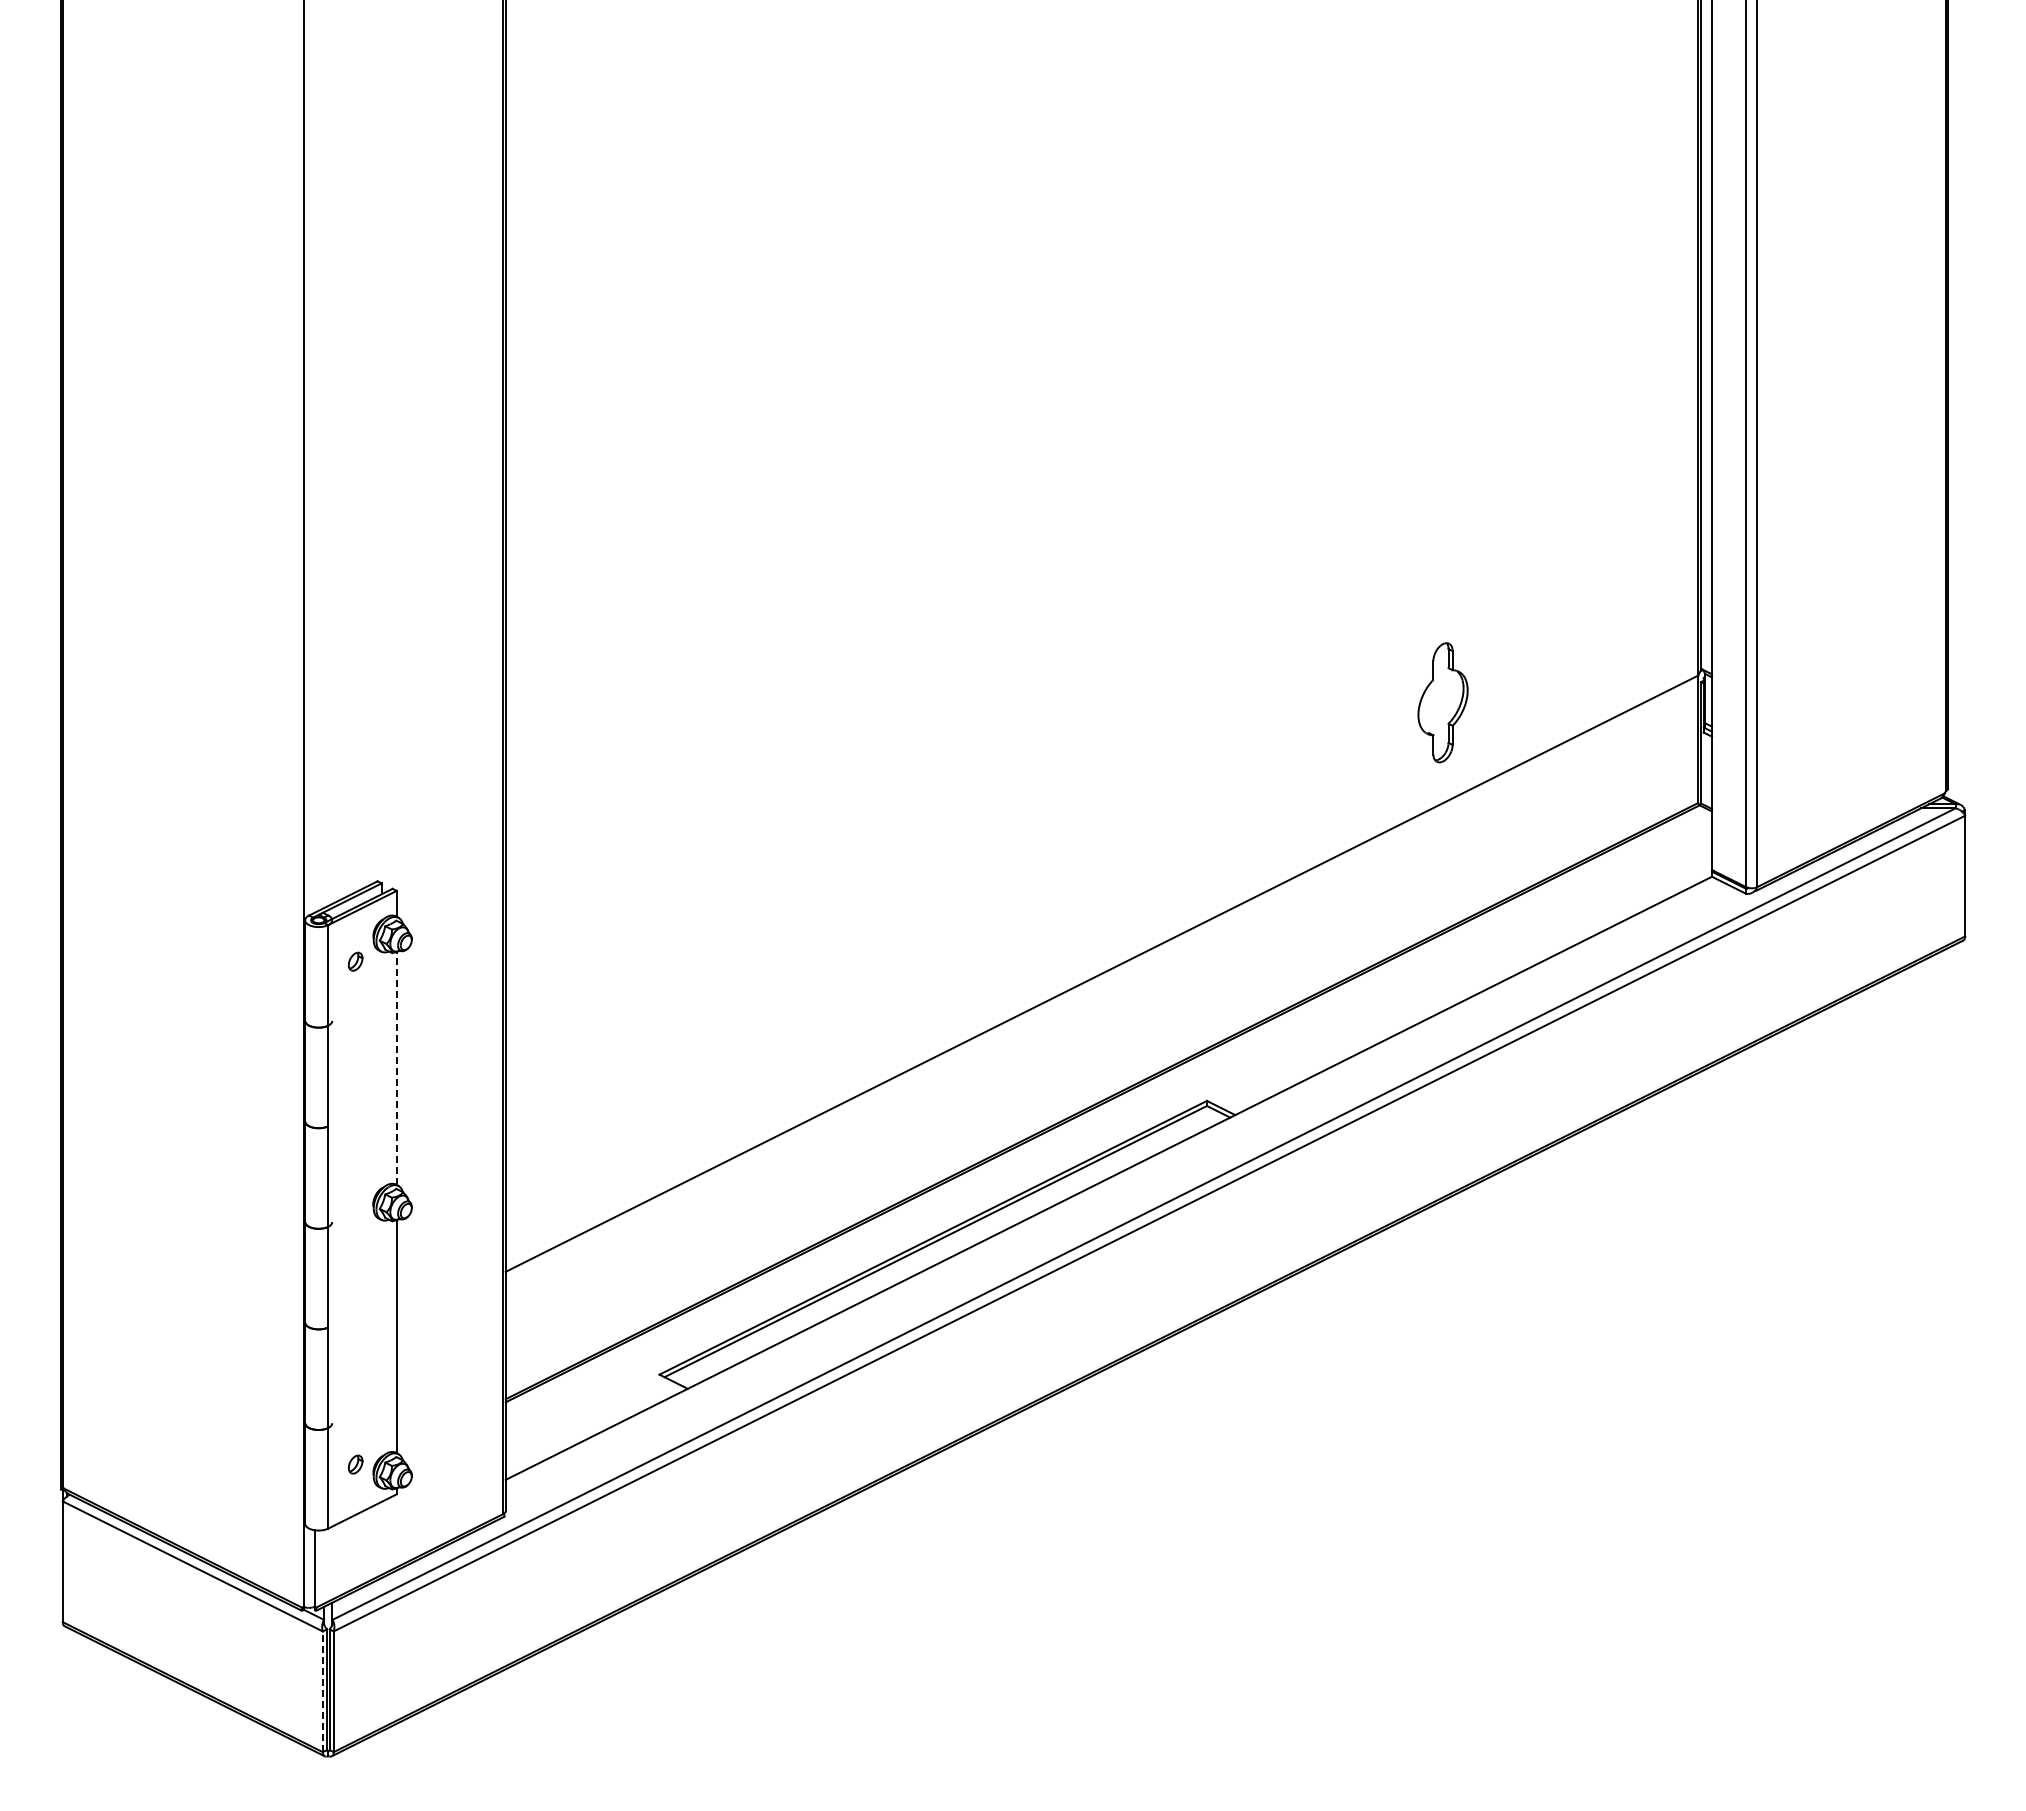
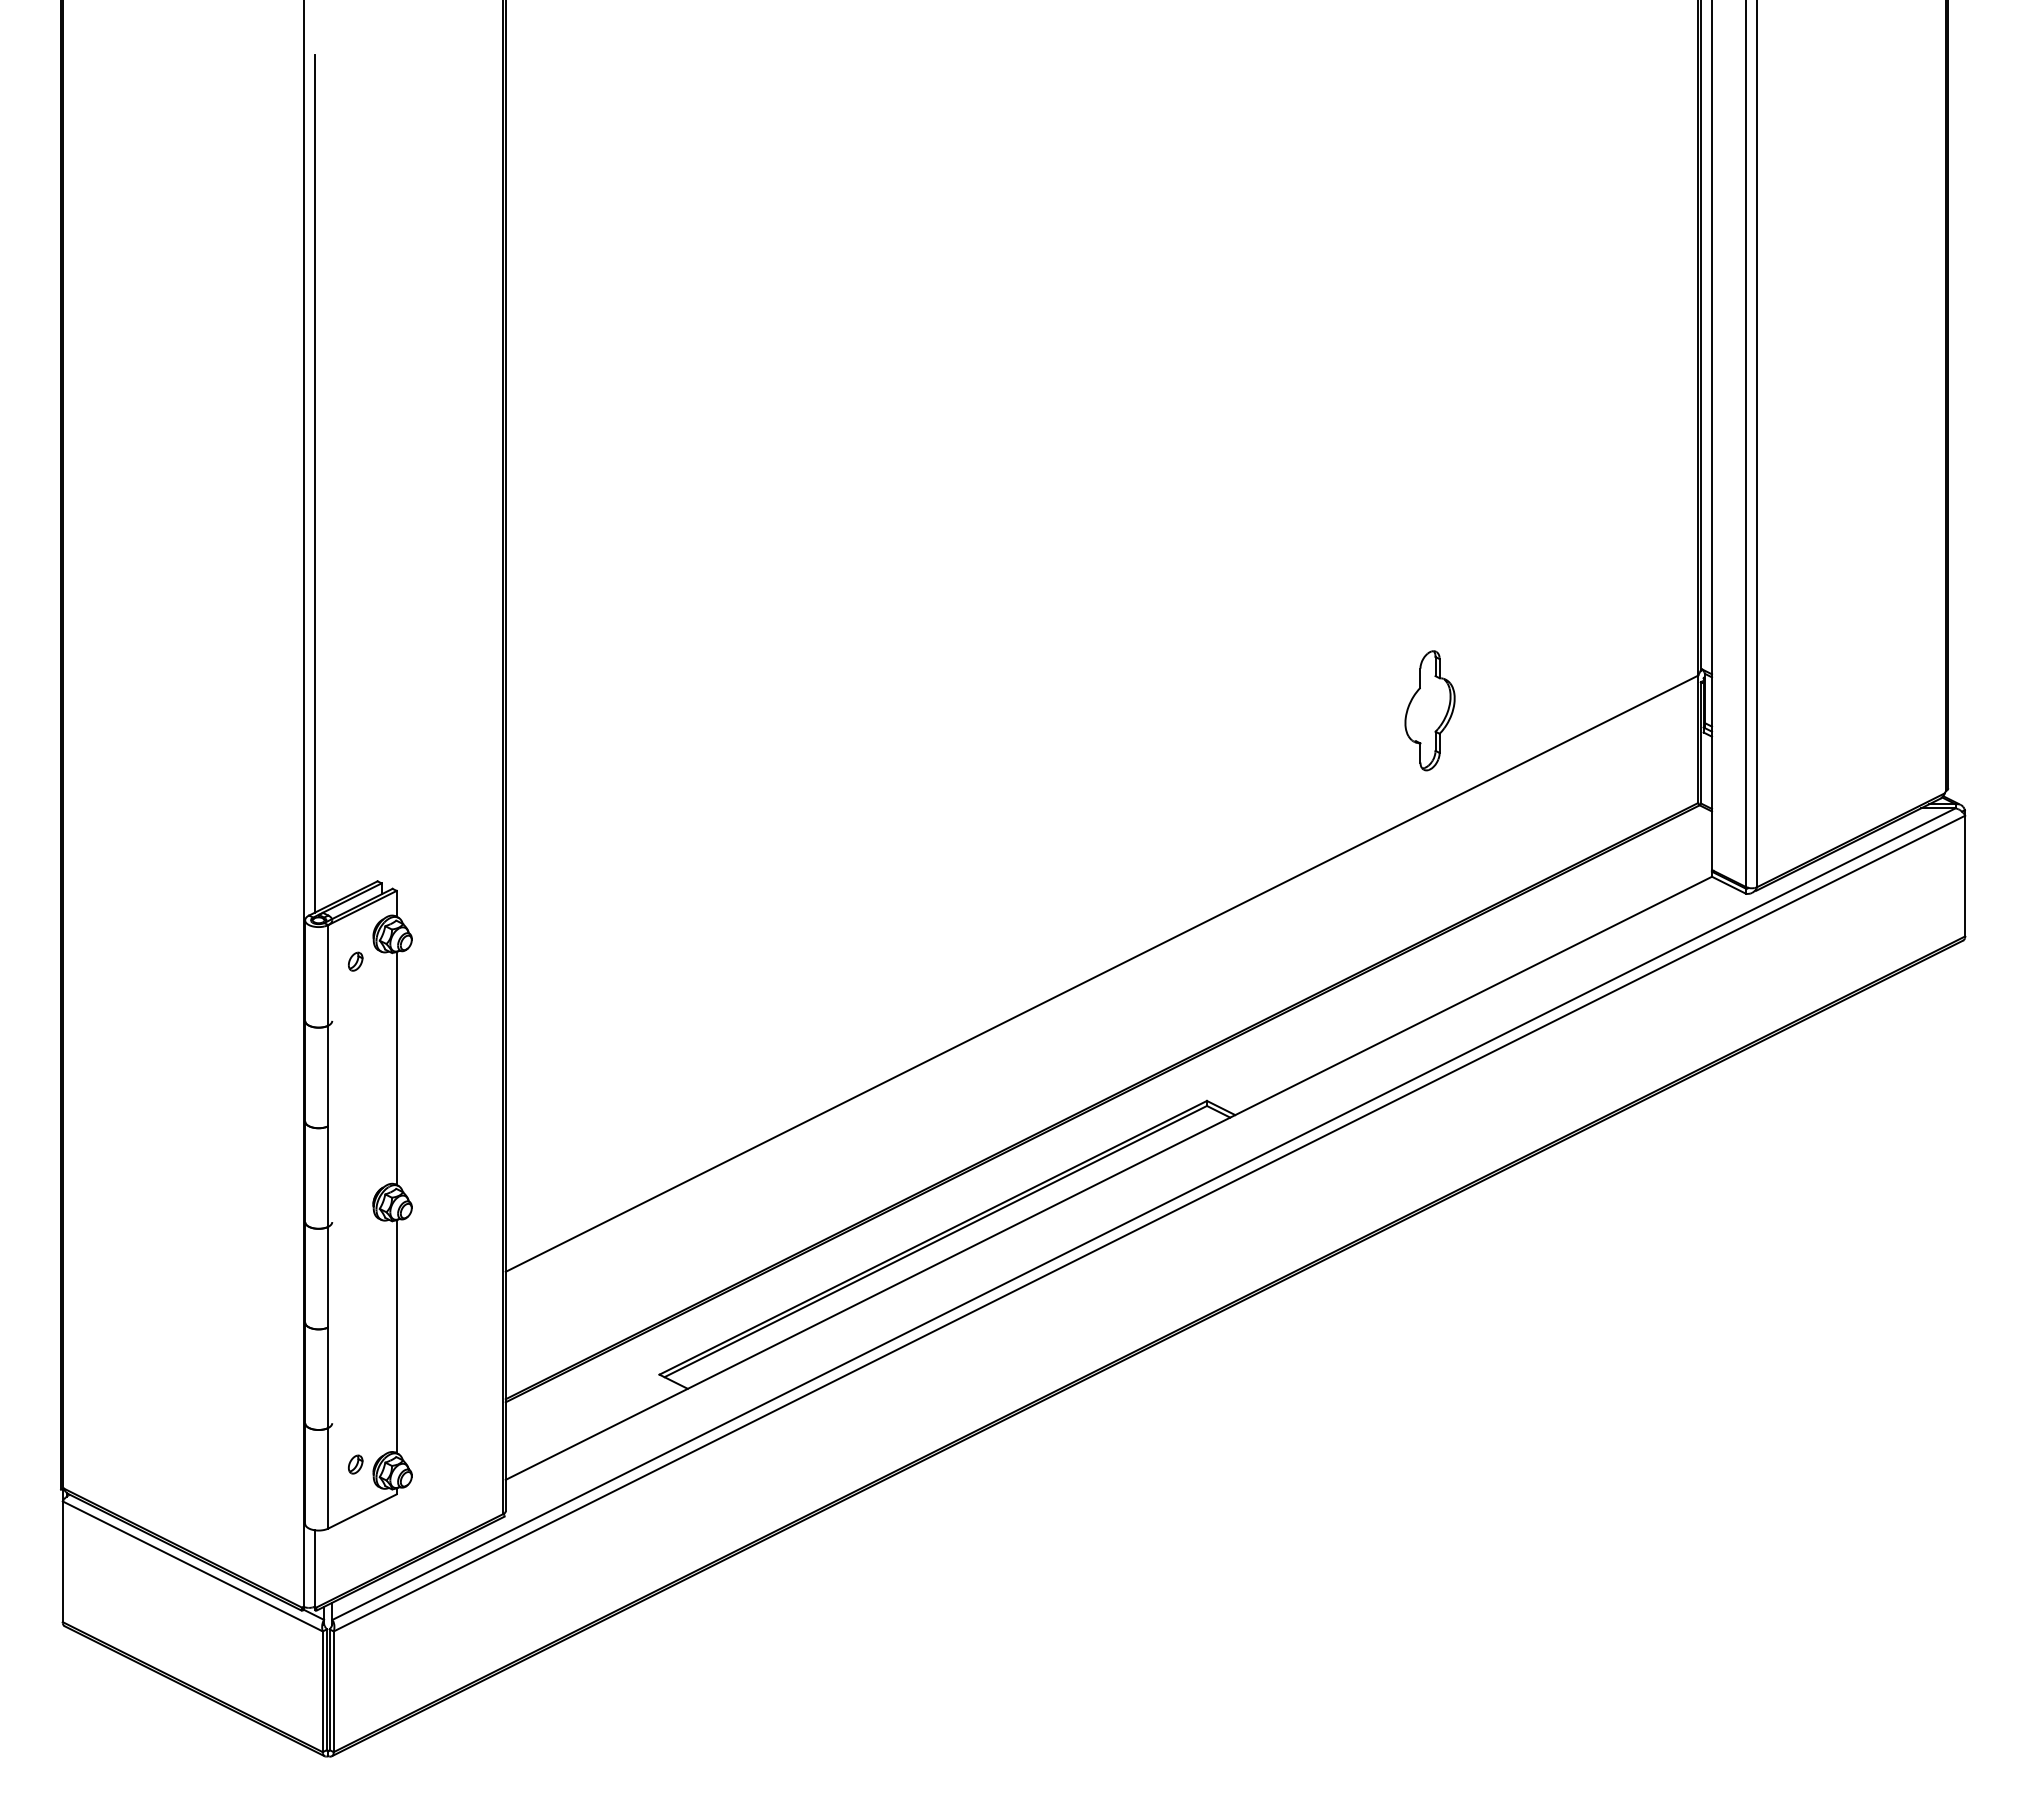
line at (314, 483): none -> present
part at (1442, 702) position: (1442, 702) -> (1429, 710)
line at (396, 1068): dashed -> solid
line at (322, 1691): dashed -> solid
